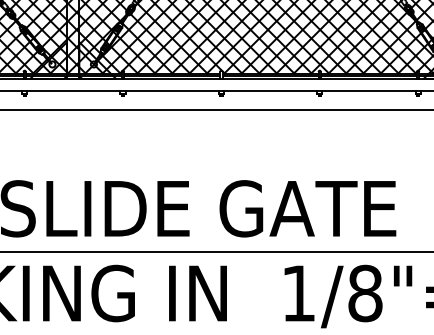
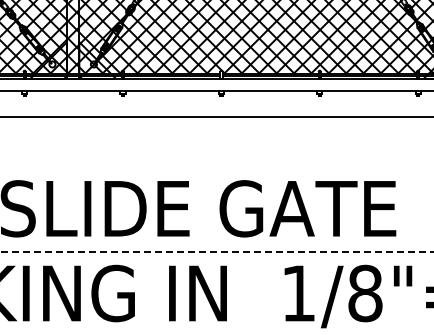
line at (216, 110) position: (216, 110) -> (216, 117)
line at (217, 251): solid -> dashed
